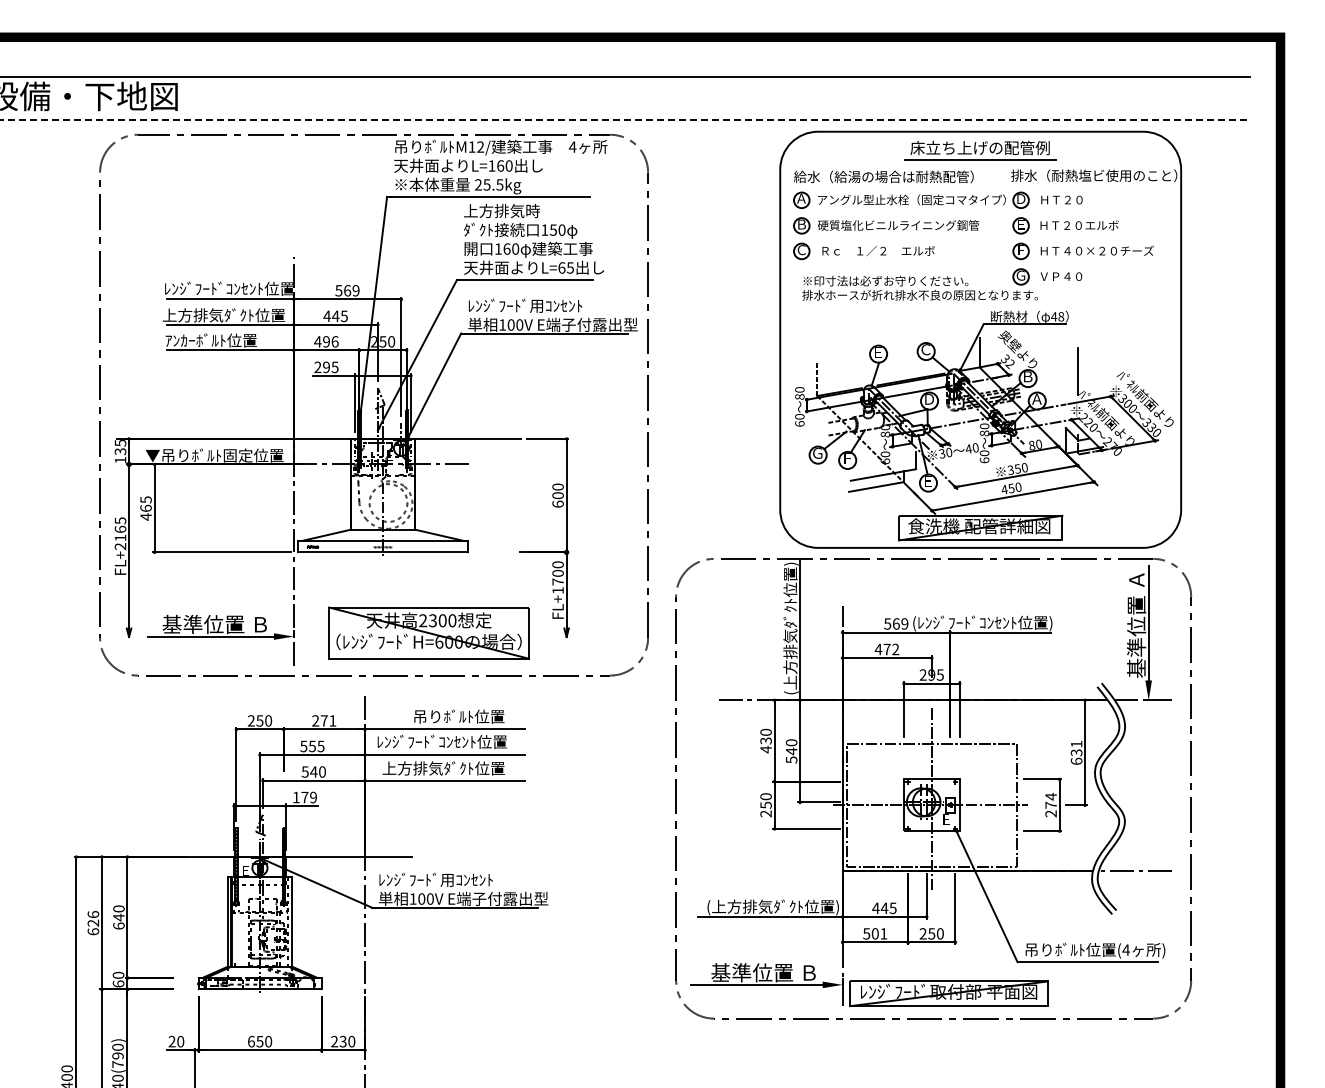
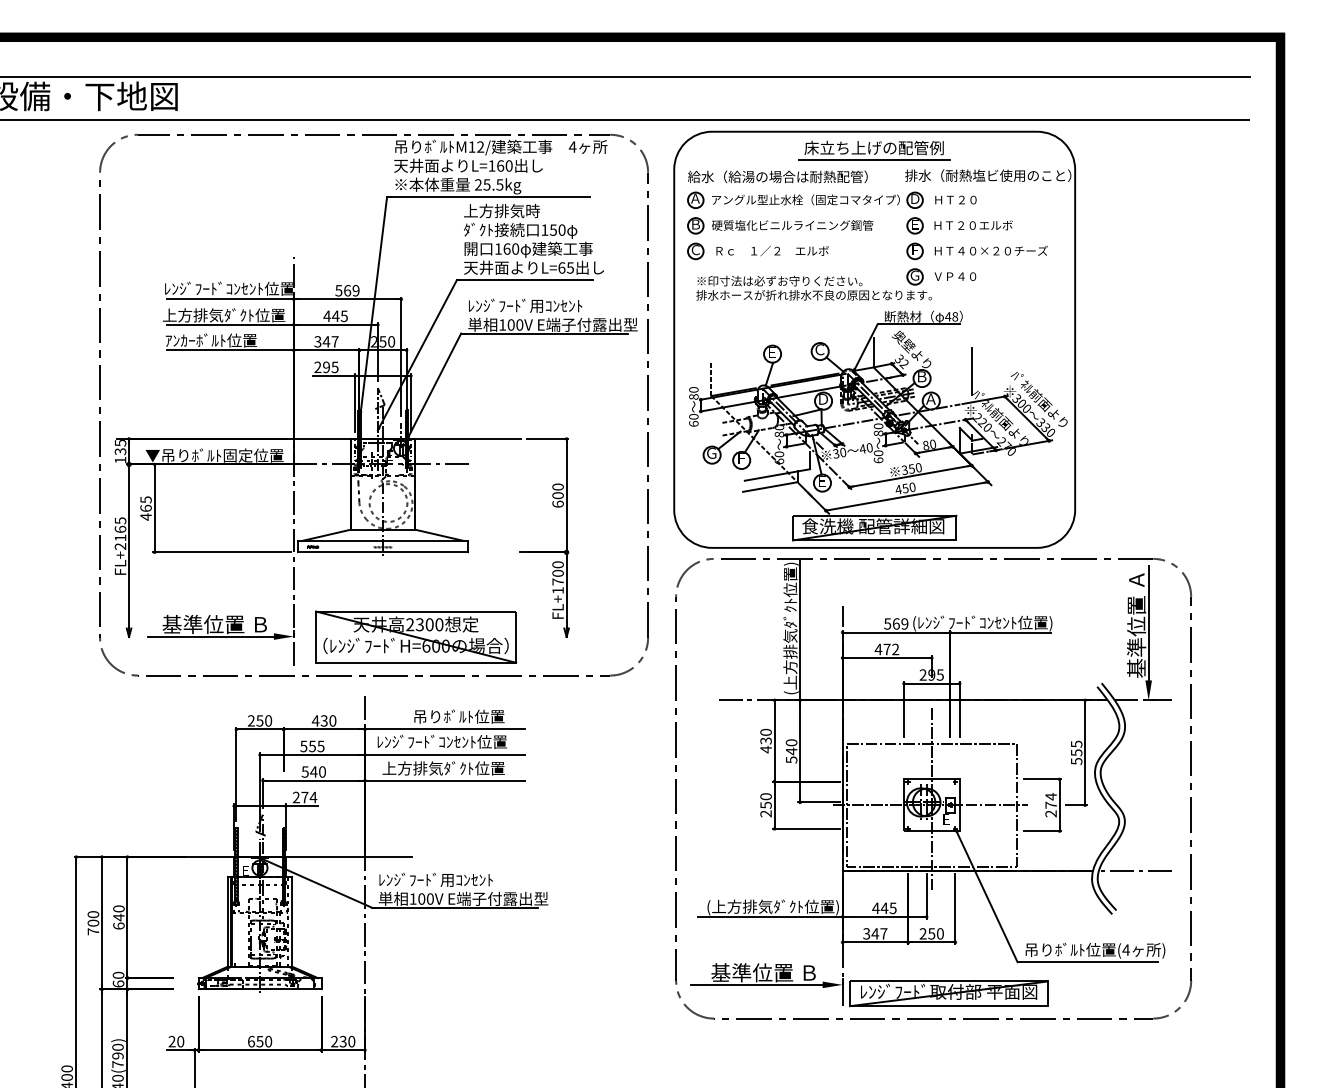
line at (625, 119): dashed -> solid
part at (980, 339) position: (980, 339) -> (874, 339)
text at (326, 341): 496 -> 347
part at (429, 632) position: (429, 632) -> (416, 636)
text at (323, 720): 271 -> 430
text at (1076, 752): 631 -> 555
text at (304, 797): 179 -> 274
text at (93, 923): 626 -> 700
text at (875, 933): 501 -> 347
